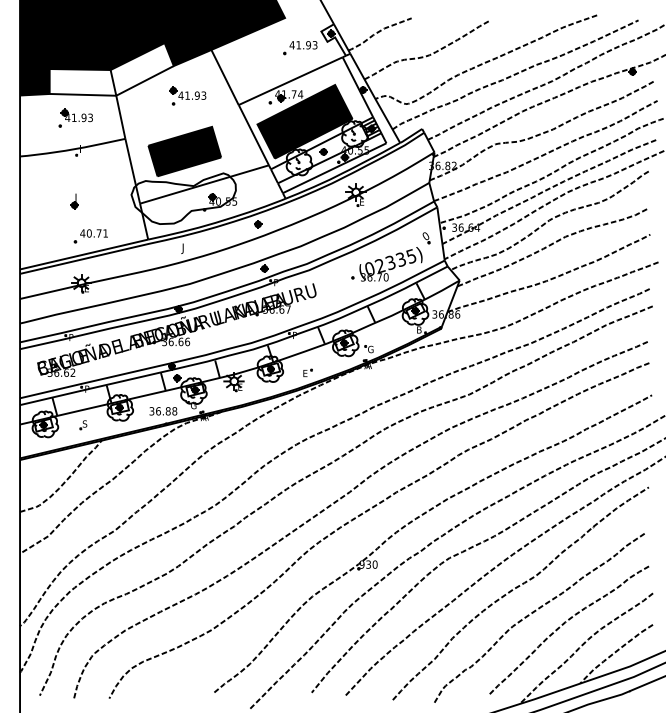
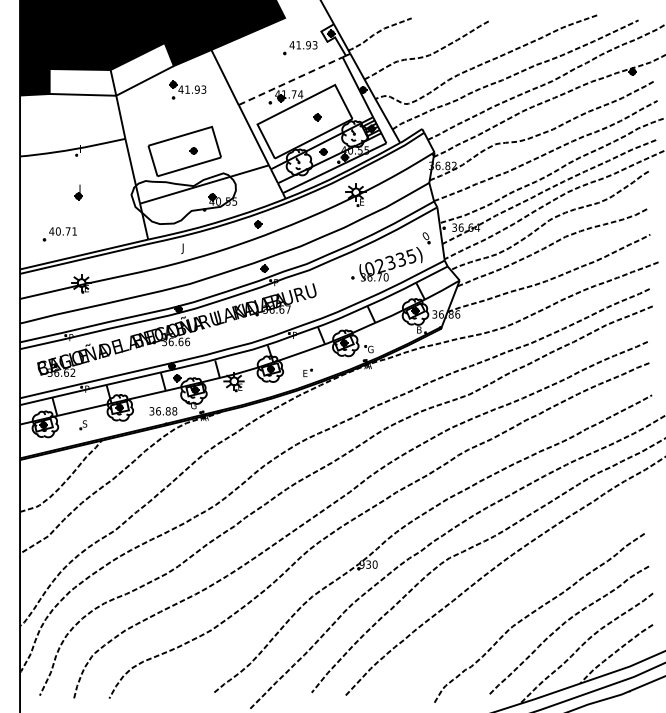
line at (291, 80): solid -> dashed
part at (187, 95) position: (187, 95) -> (187, 89)
part at (75, 117): present -> none
fill at (304, 121): present -> none
fill at (184, 151): present -> none
part at (74, 201) position: (74, 201) -> (78, 192)
part at (90, 236) position: (90, 236) -> (59, 234)
curve at (517, 588): present -> none
